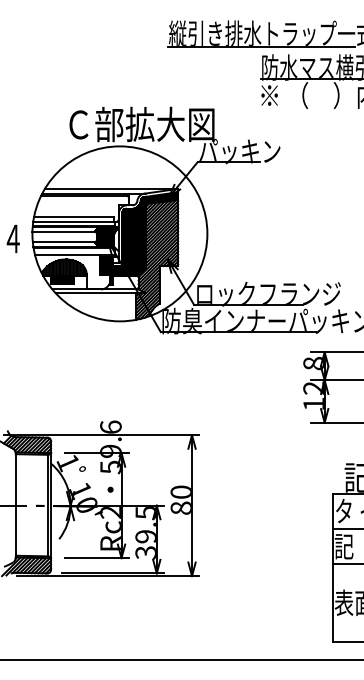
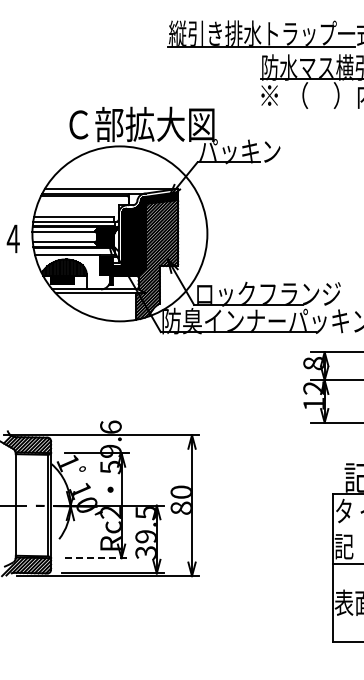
line at (346, 529): present -> none
line at (96, 558): solid -> dashed
line at (181, 659): present -> none
